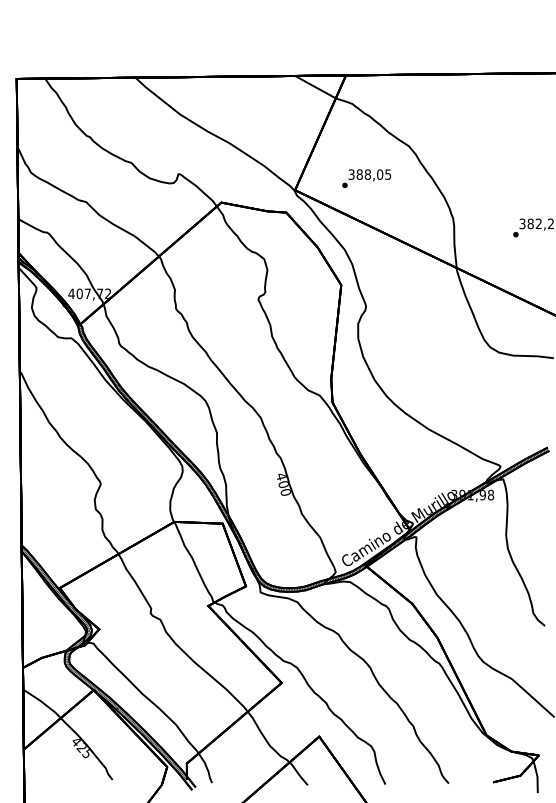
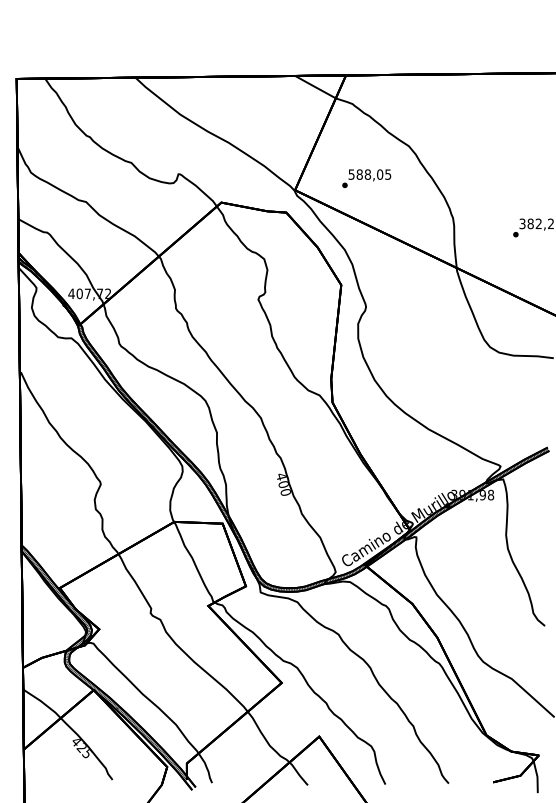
text at (351, 174): 388,05 -> 588,05
